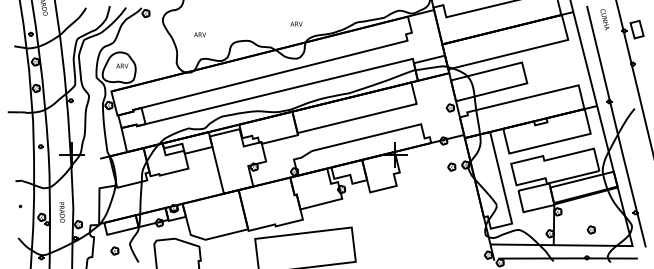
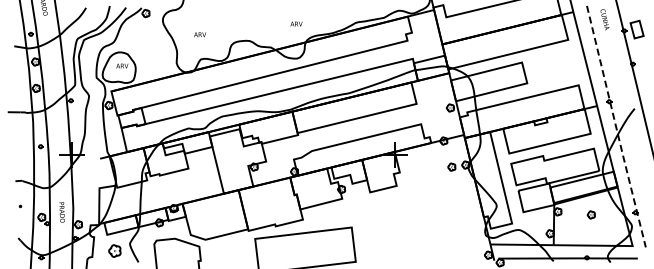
line at (616, 127): solid -> dashed
part at (590, 229) position: (590, 229) -> (590, 214)
part at (114, 250) size: 10x10 px -> 14x14 px
